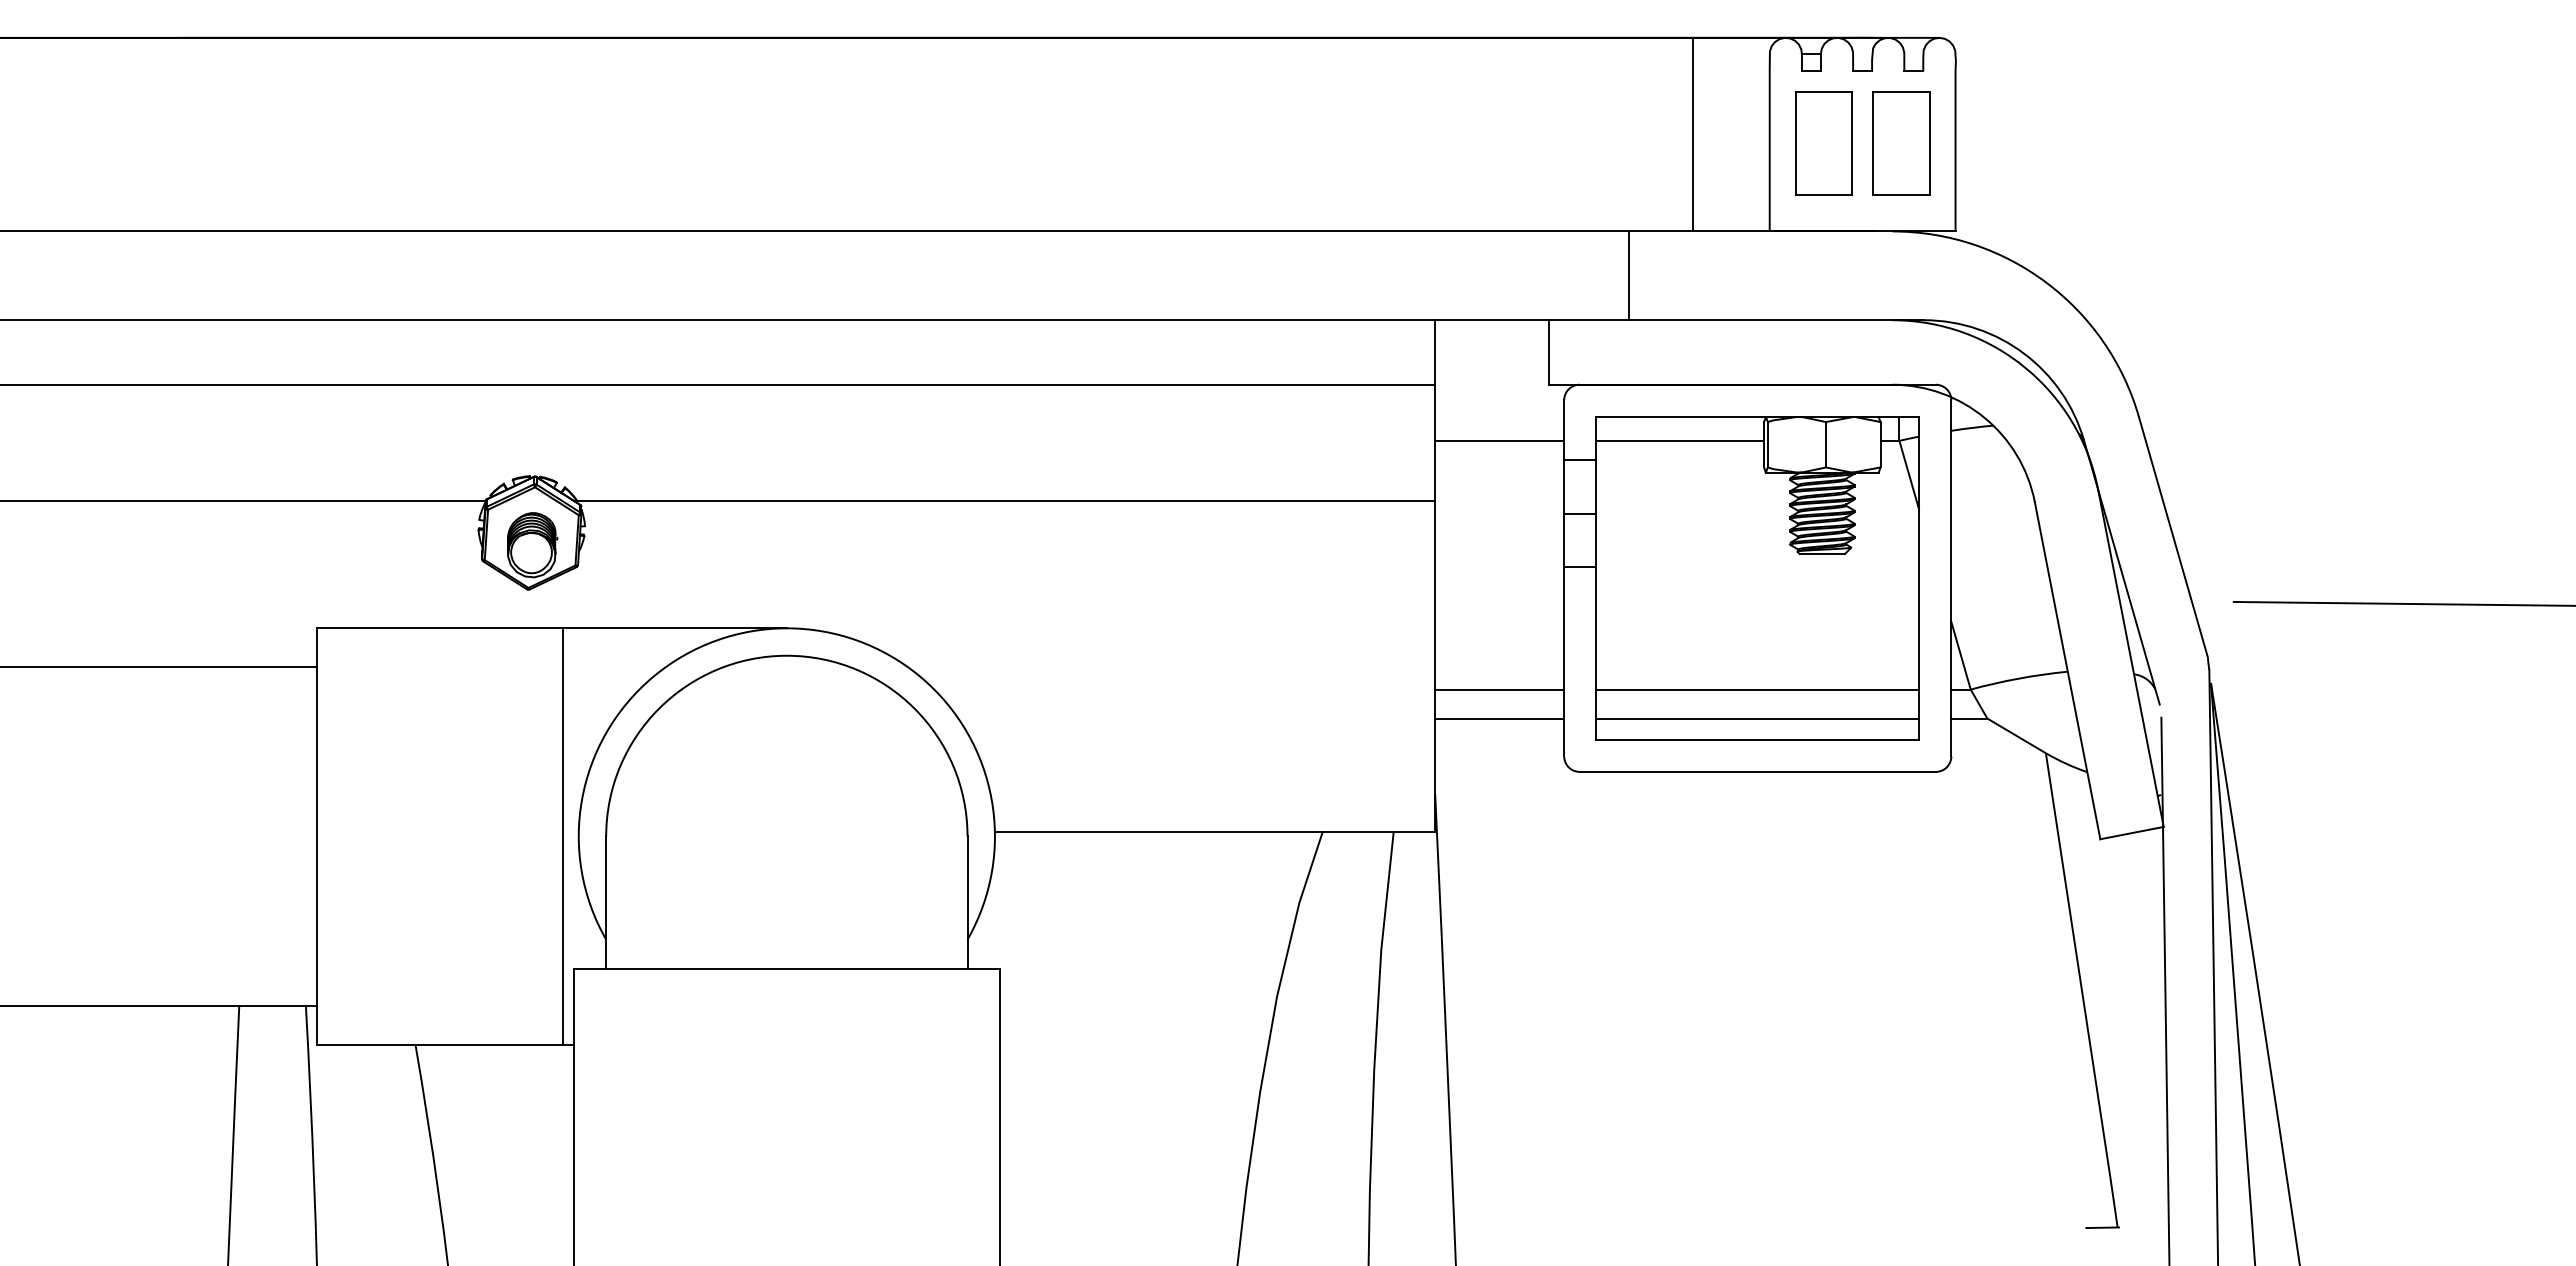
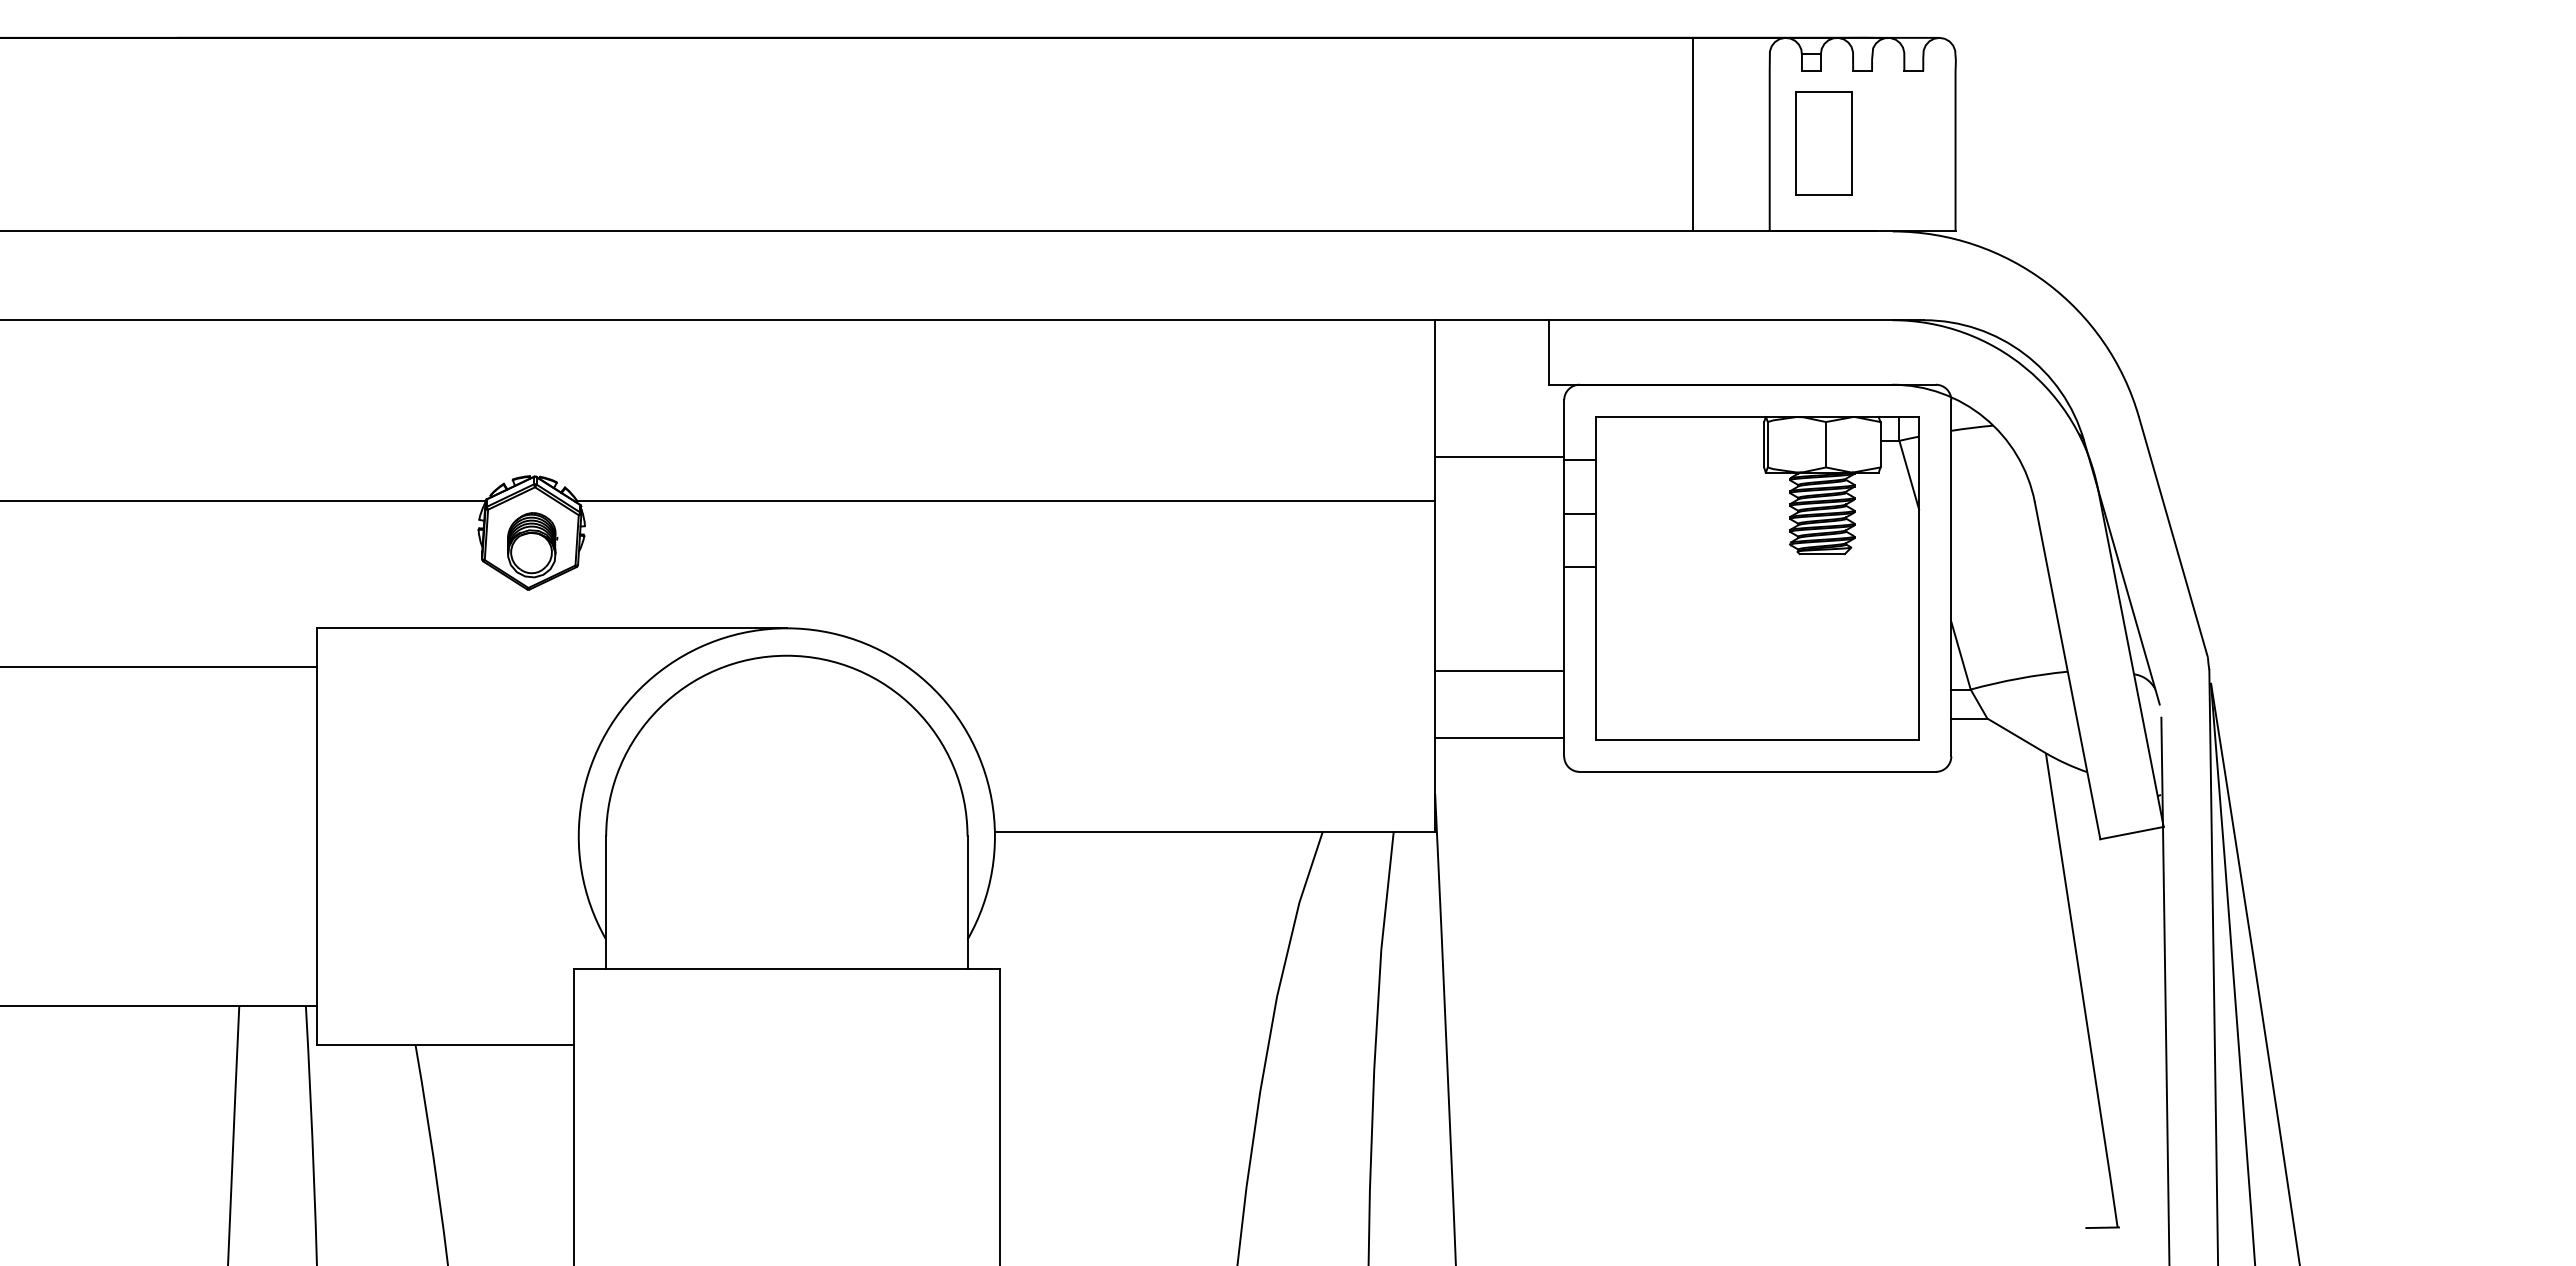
part at (1901, 143): present -> none
line at (1628, 275): present -> none
line at (718, 384): present -> none
line at (1499, 440) position: (1499, 440) -> (1499, 456)
line at (1680, 440): present -> none
line at (2402, 603): present -> none
line at (1499, 689) position: (1499, 689) -> (1499, 670)
line at (1757, 689): present -> none
line at (1499, 718) position: (1499, 718) -> (1499, 737)
line at (1757, 718): present -> none
line at (562, 836): present -> none
